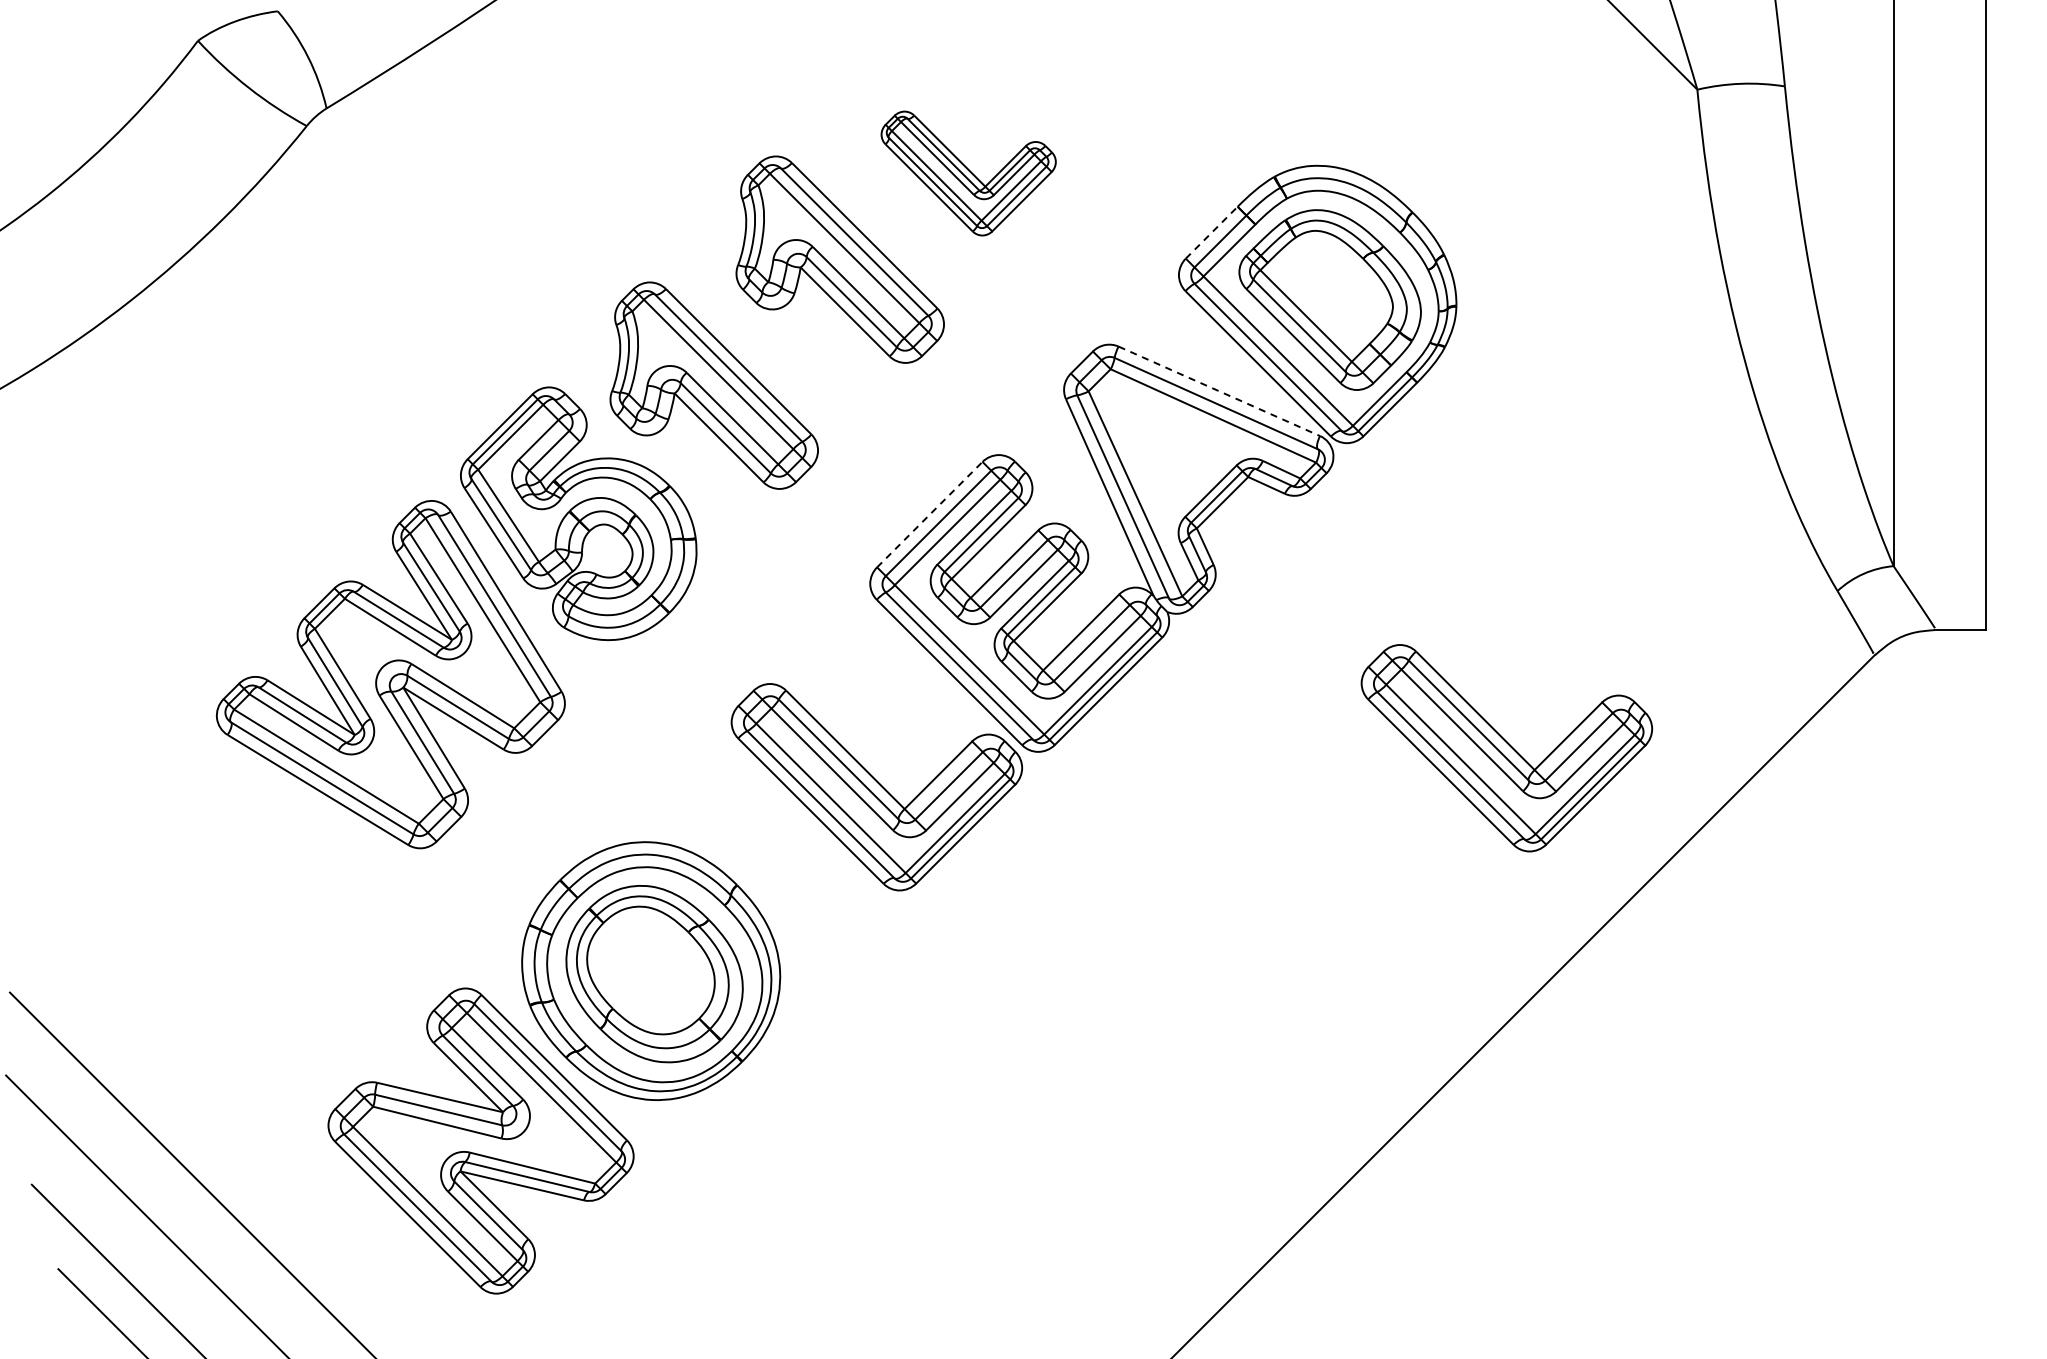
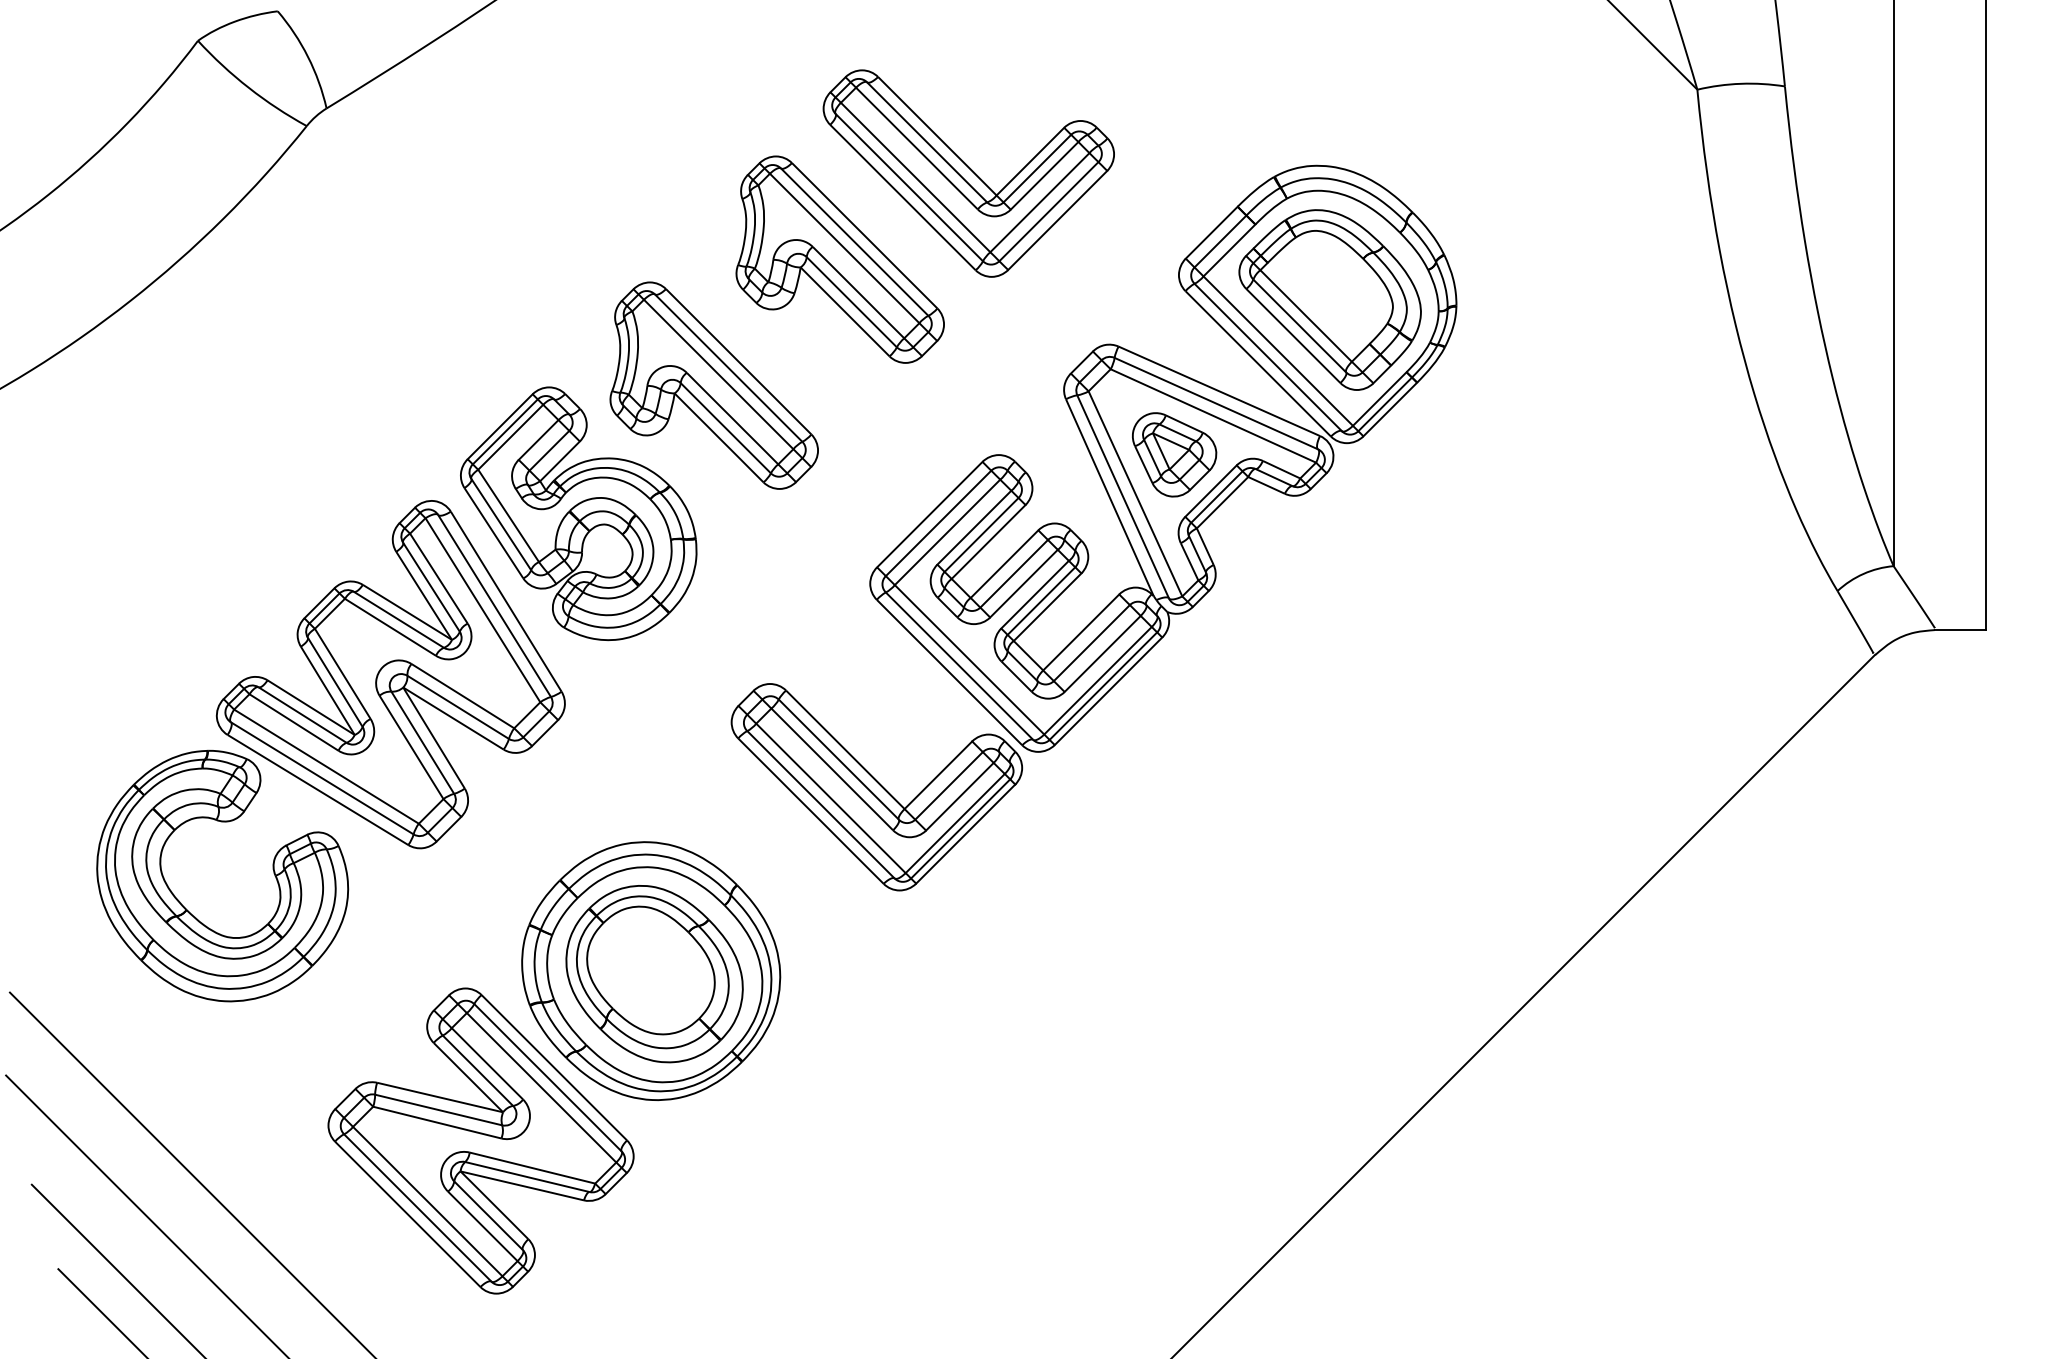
part at (968, 173) size: 177x127 px -> 293x209 px
line at (1211, 232): dashed -> solid
line at (1219, 391): dashed -> solid
part at (1174, 454): none -> present
line at (929, 514): dashed -> solid
part at (1506, 748): present -> none
part at (187, 909): none -> present
